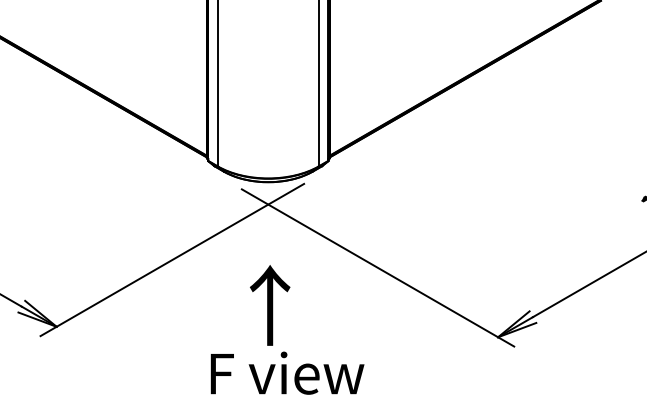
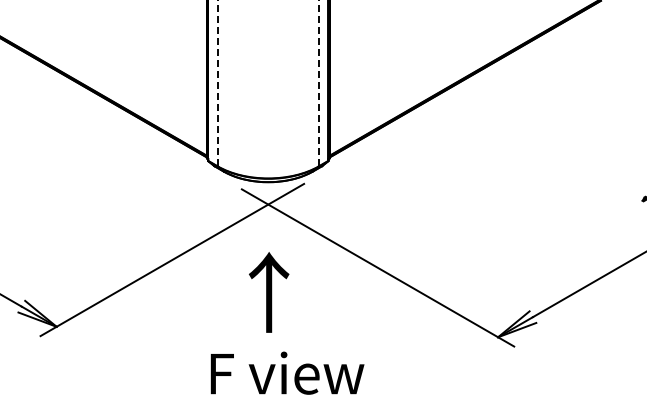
line at (217, 83): solid -> dashed
line at (318, 83): solid -> dashed
text at (270, 305) position: (270, 305) -> (269, 292)
